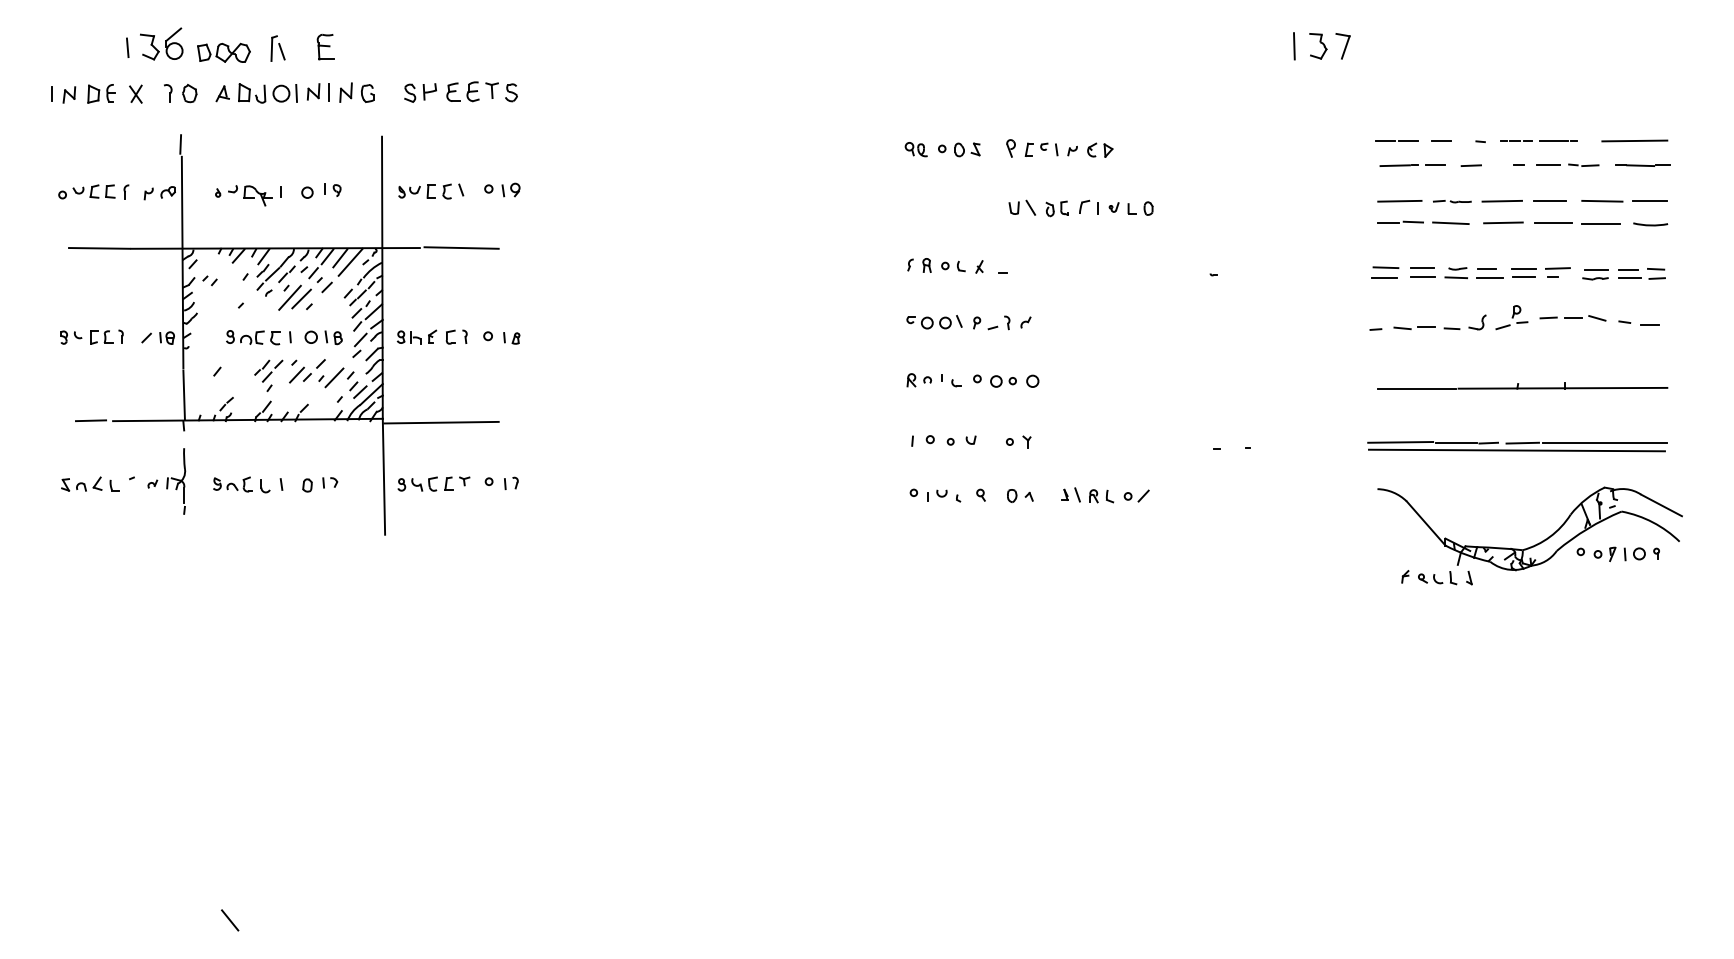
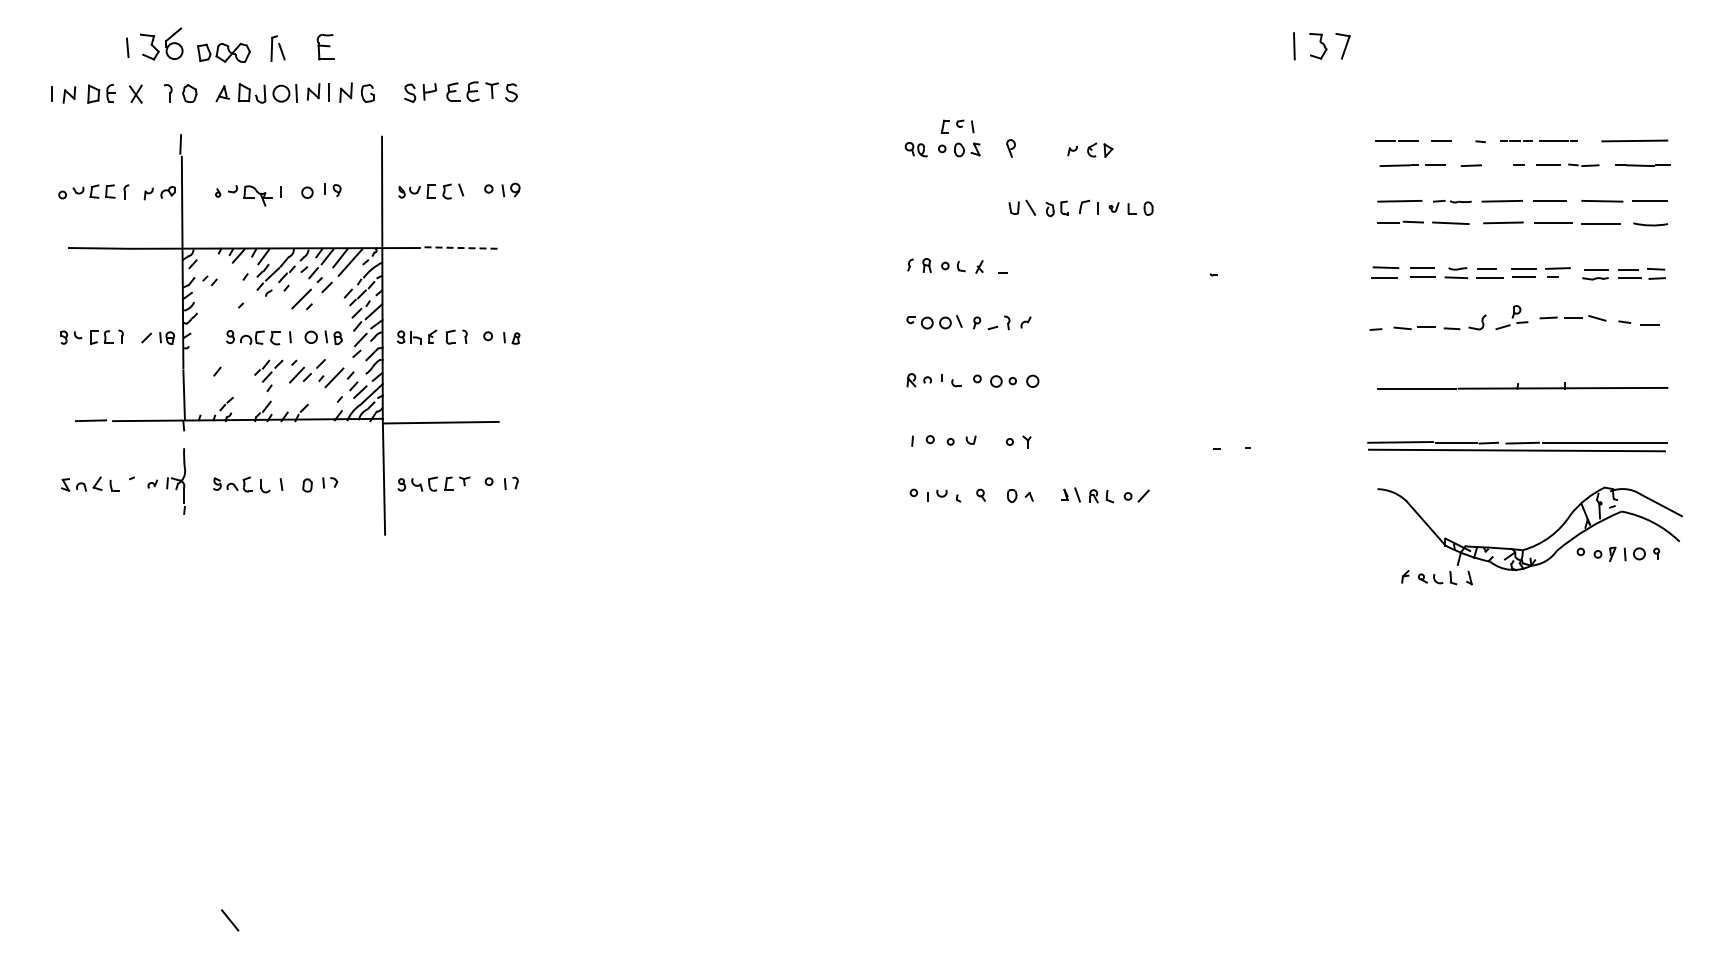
part at (1041, 149) position: (1041, 149) -> (957, 126)
line at (462, 248): solid -> dashed
line at (289, 297): present -> none
